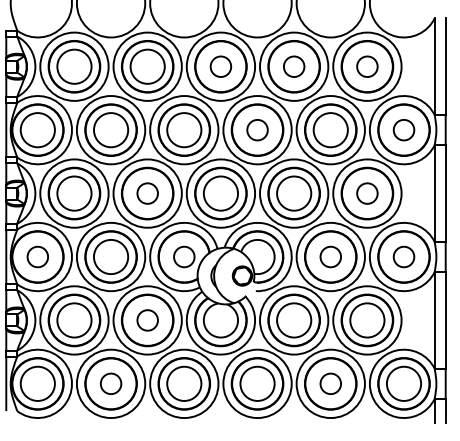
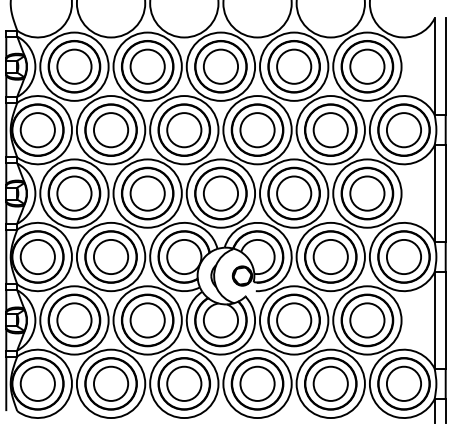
circle at (220, 66) diameter: 21 px -> 34 px
circle at (293, 66) diameter: 21 px -> 34 px
circle at (367, 66) diameter: 21 px -> 34 px
circle at (257, 129) diameter: 21 px -> 34 px
circle at (403, 129) diameter: 21 px -> 34 px
circle at (147, 193) diameter: 21 px -> 34 px
circle at (367, 193) diameter: 21 px -> 34 px
circle at (37, 256) diameter: 21 px -> 34 px
circle at (184, 256) diameter: 21 px -> 34 px
circle at (330, 256) diameter: 21 px -> 34 px
circle at (403, 256) diameter: 21 px -> 34 px
circle at (147, 320) diameter: 21 px -> 34 px
circle at (110, 383) diameter: 21 px -> 34 px
circle at (330, 383) diameter: 21 px -> 34 px
